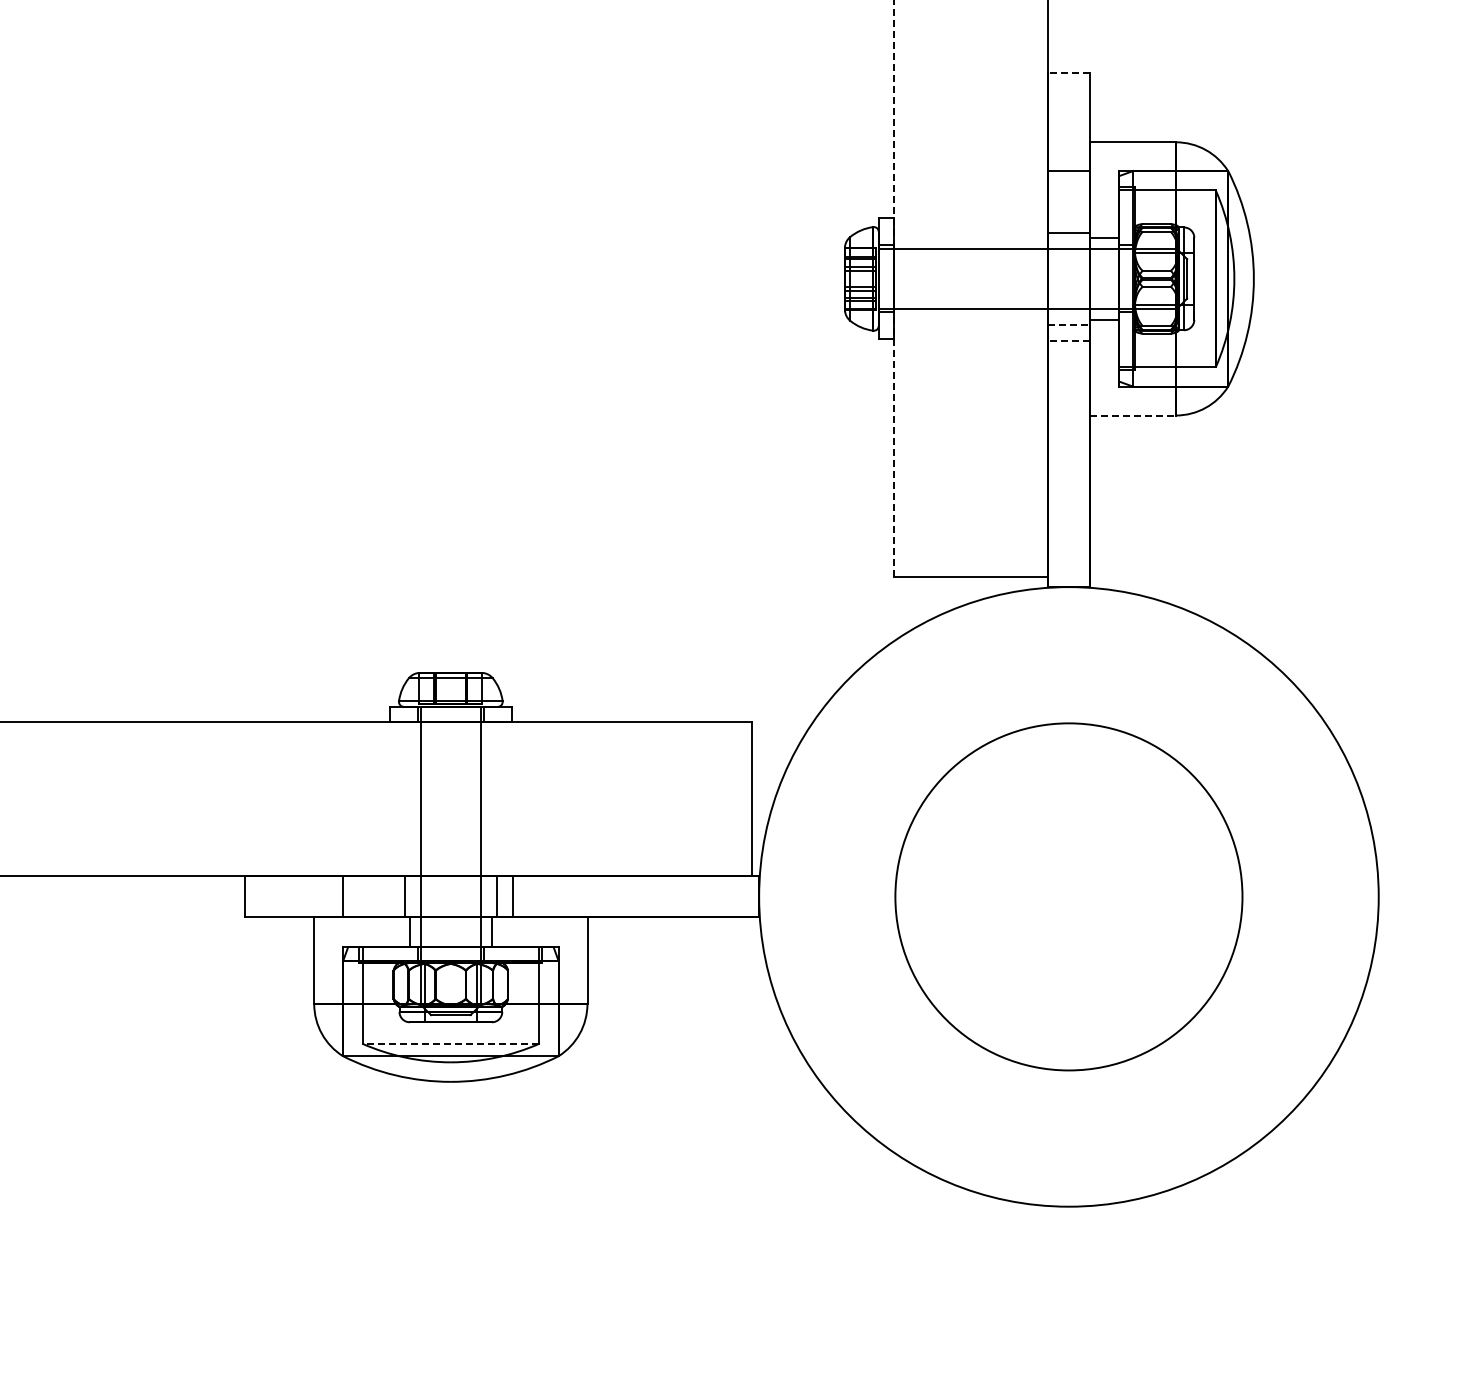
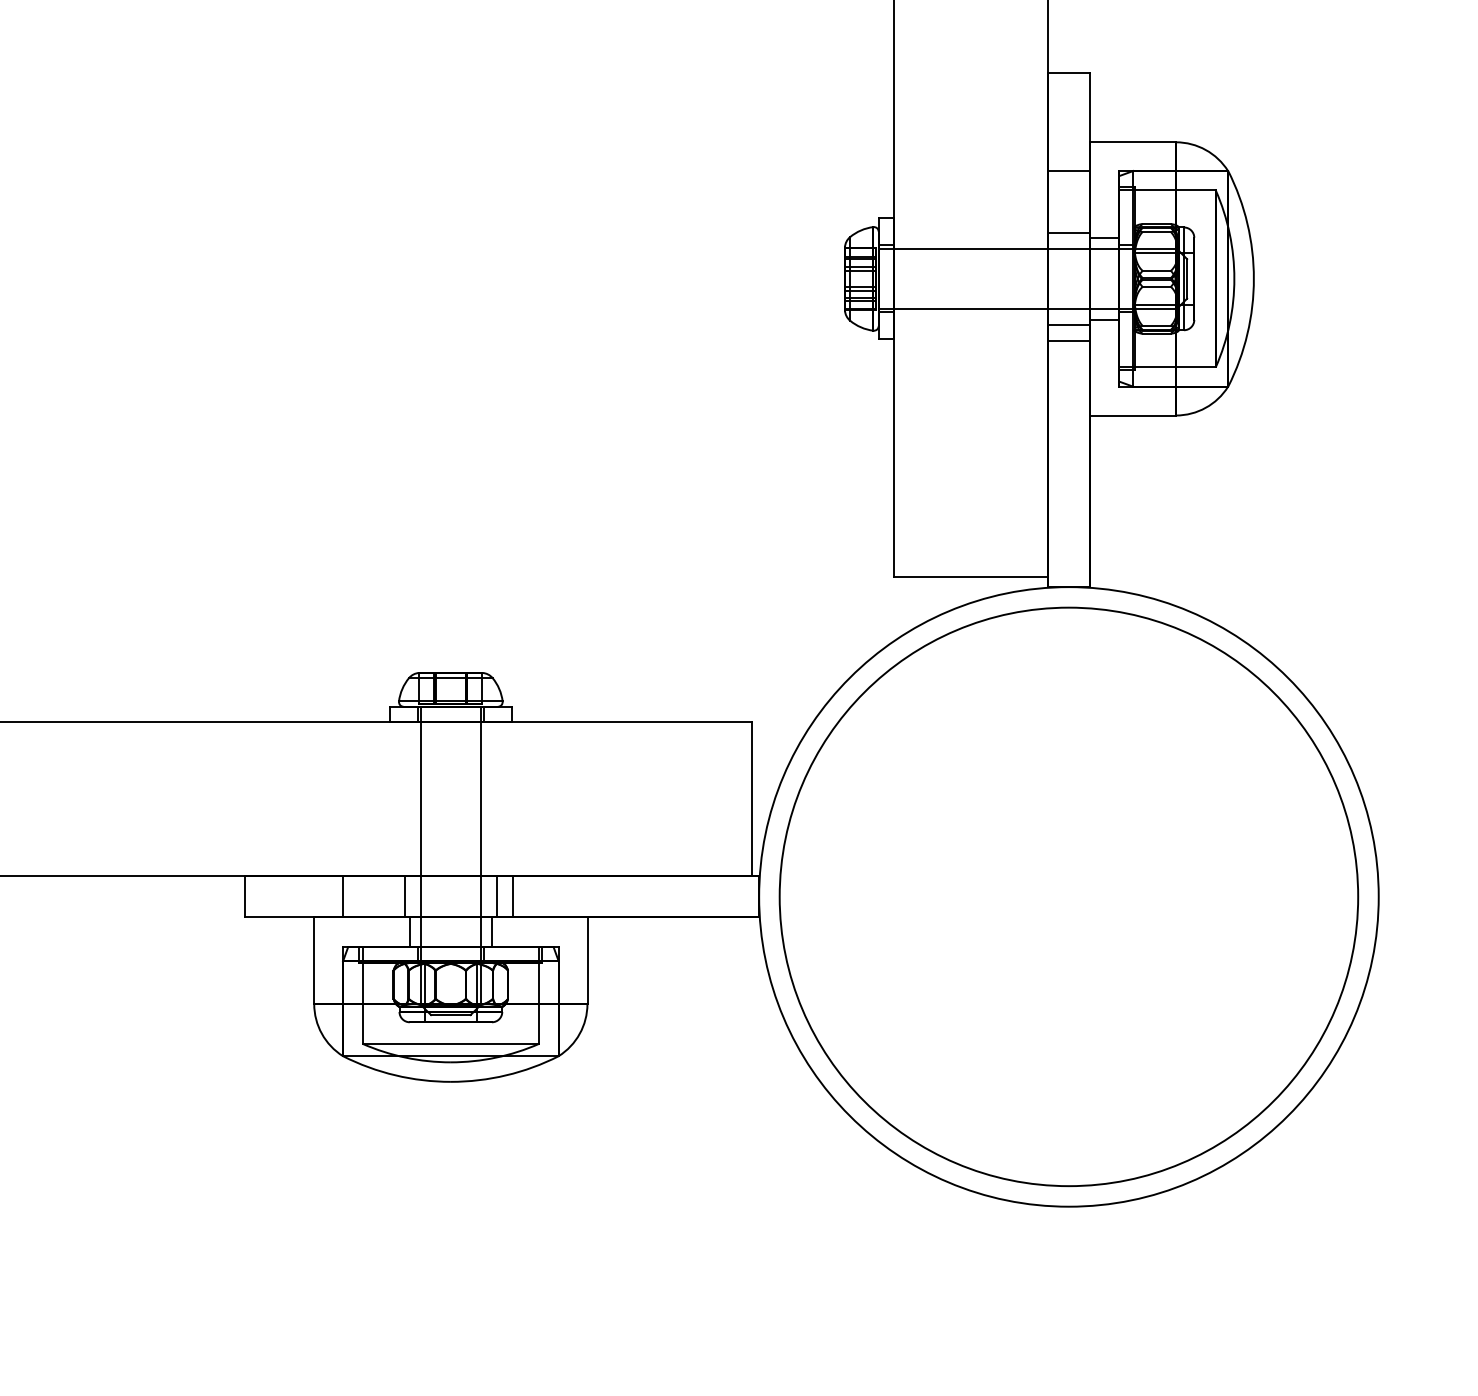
line at (1068, 73): dashed -> solid
line at (894, 288): dashed -> solid
line at (1068, 325): dashed -> solid
line at (1068, 340): dashed -> solid
line at (1133, 415): dashed -> solid
circle at (1068, 896) diameter: 347 px -> 578 px
line at (450, 1043): dashed -> solid
